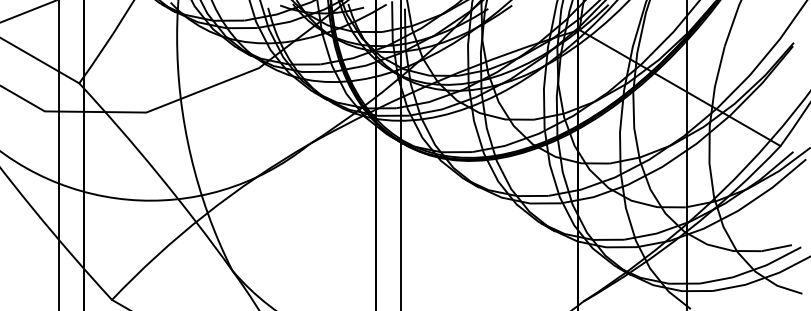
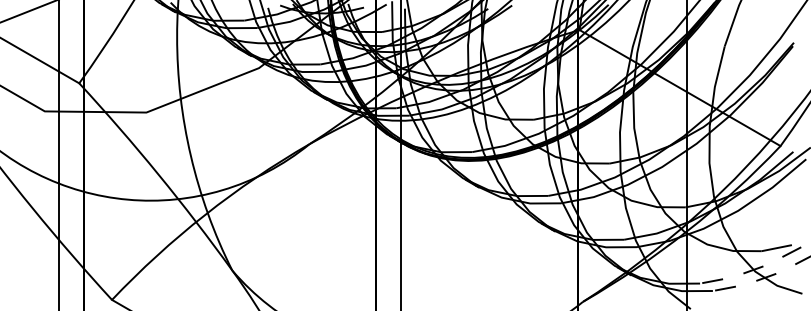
line at (752, 270): solid -> dashed
line at (763, 278): solid -> dashed
